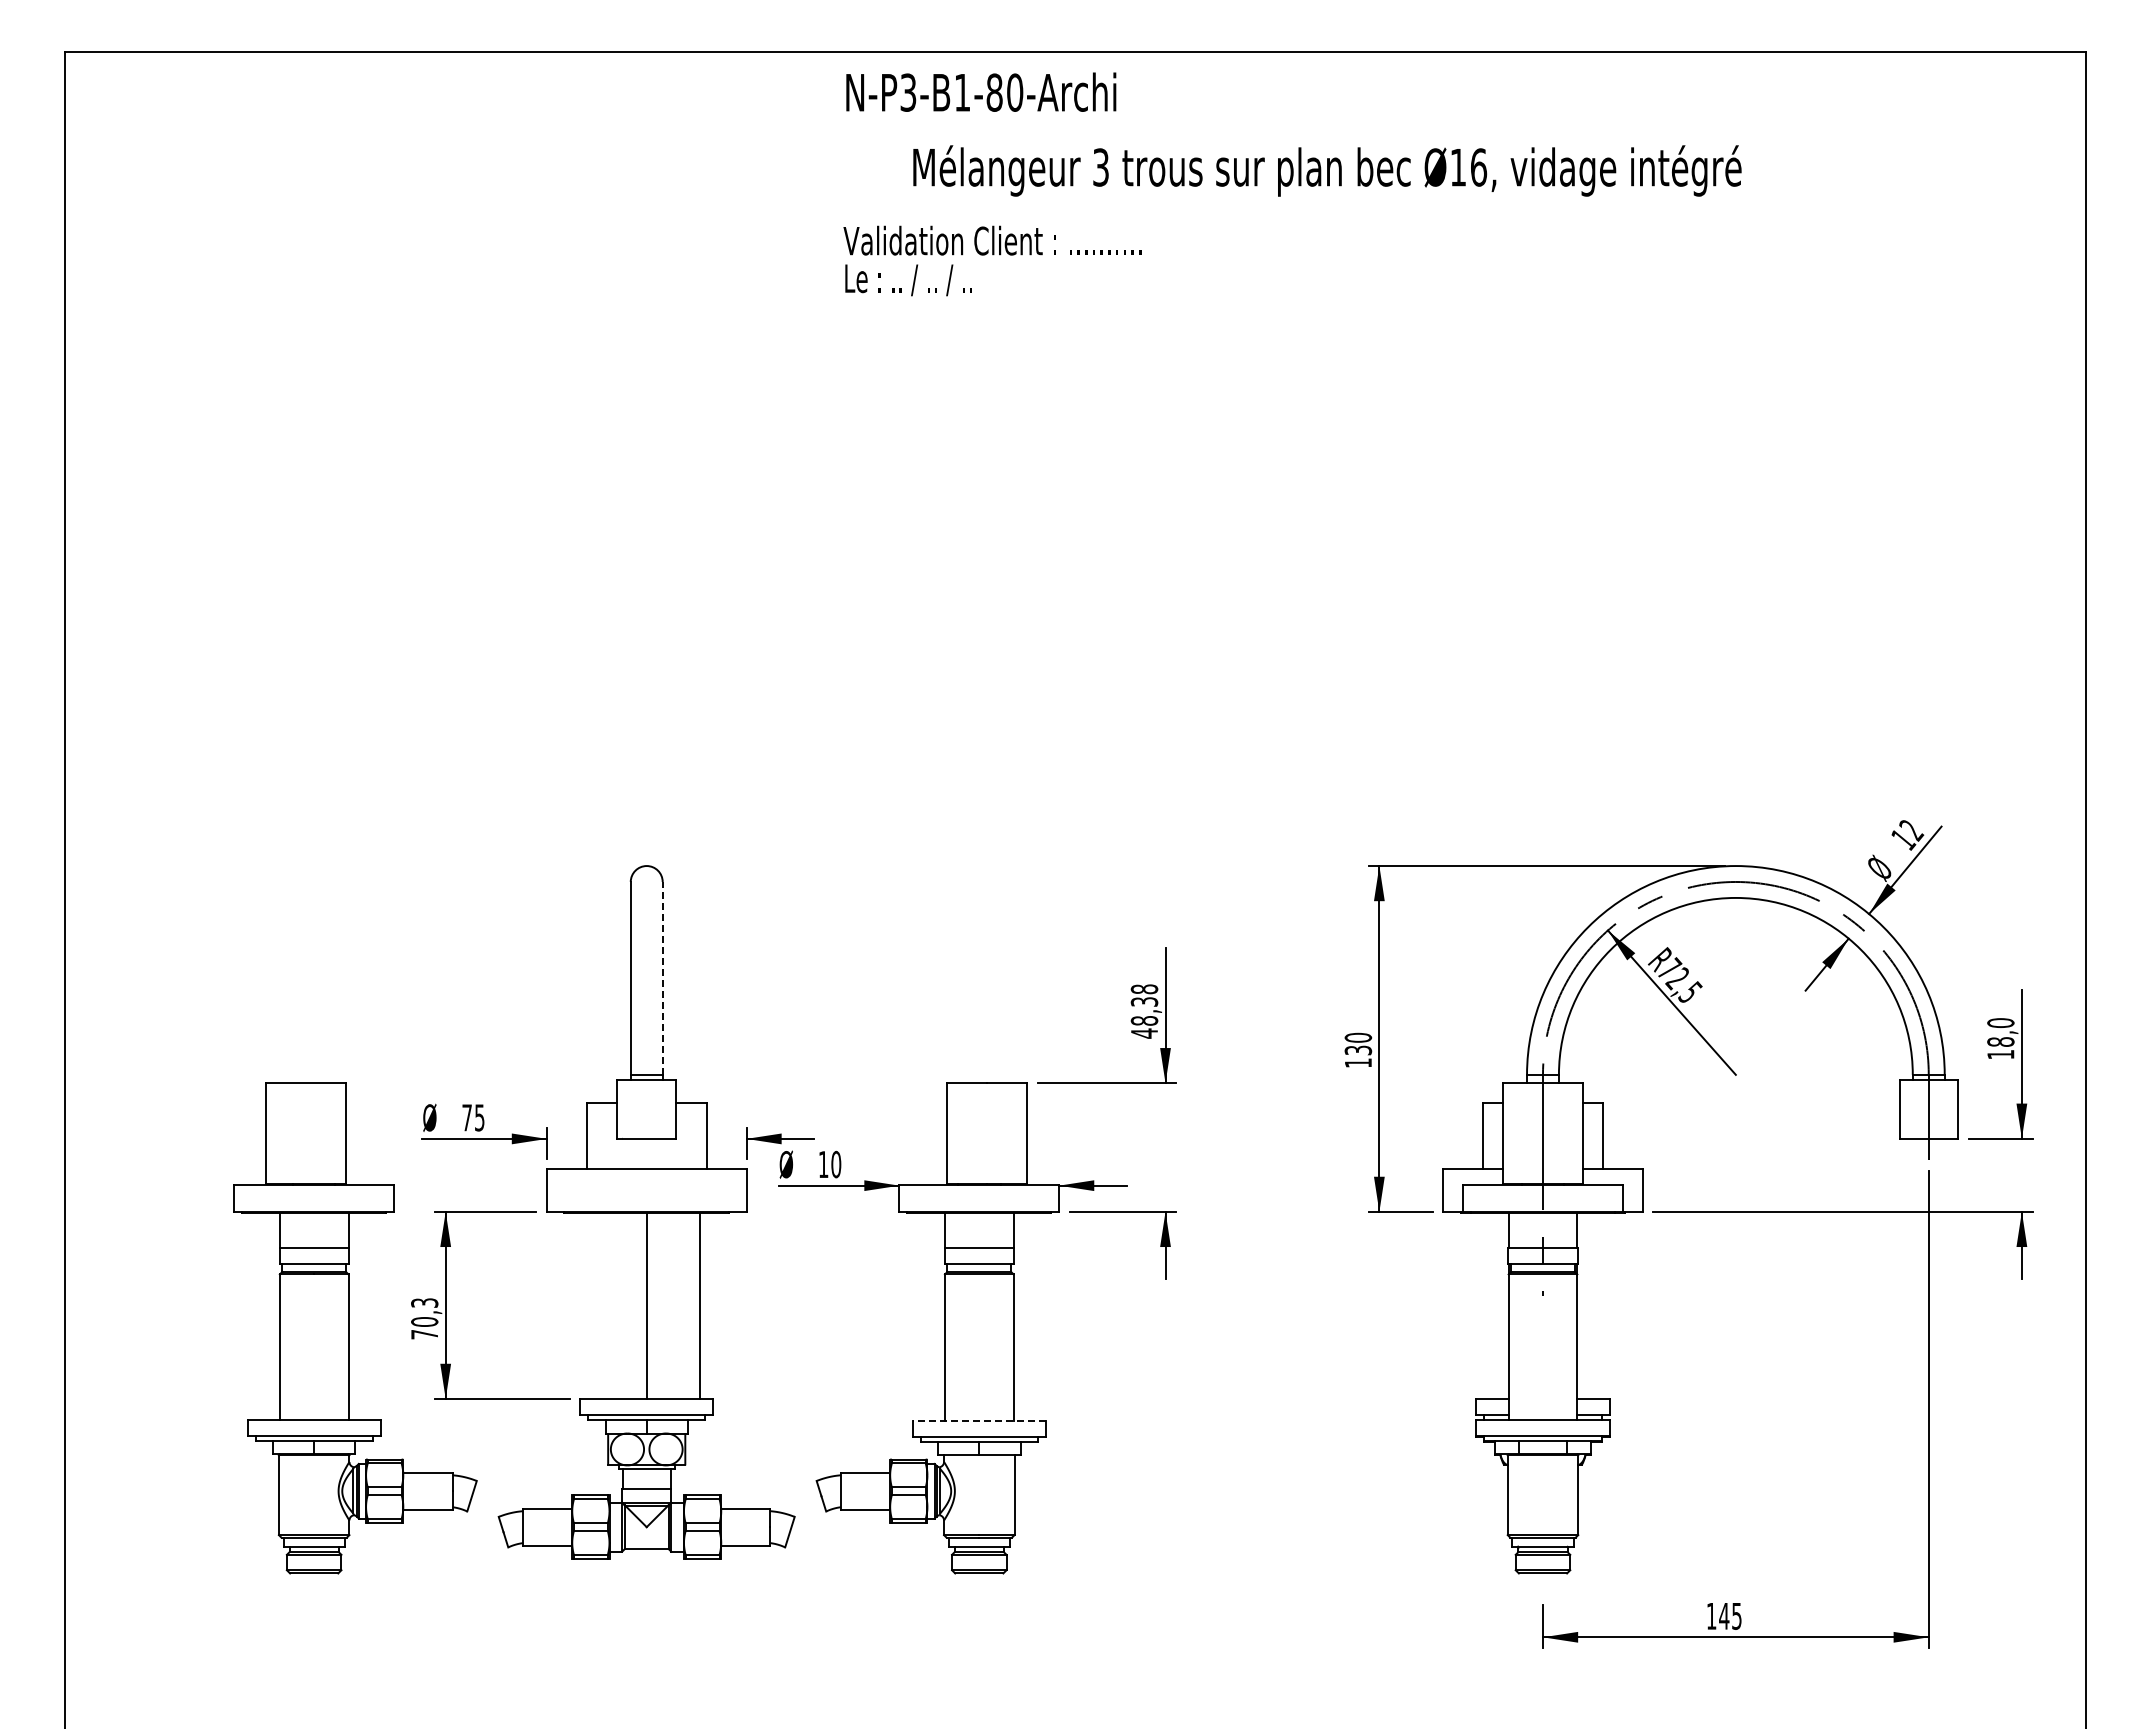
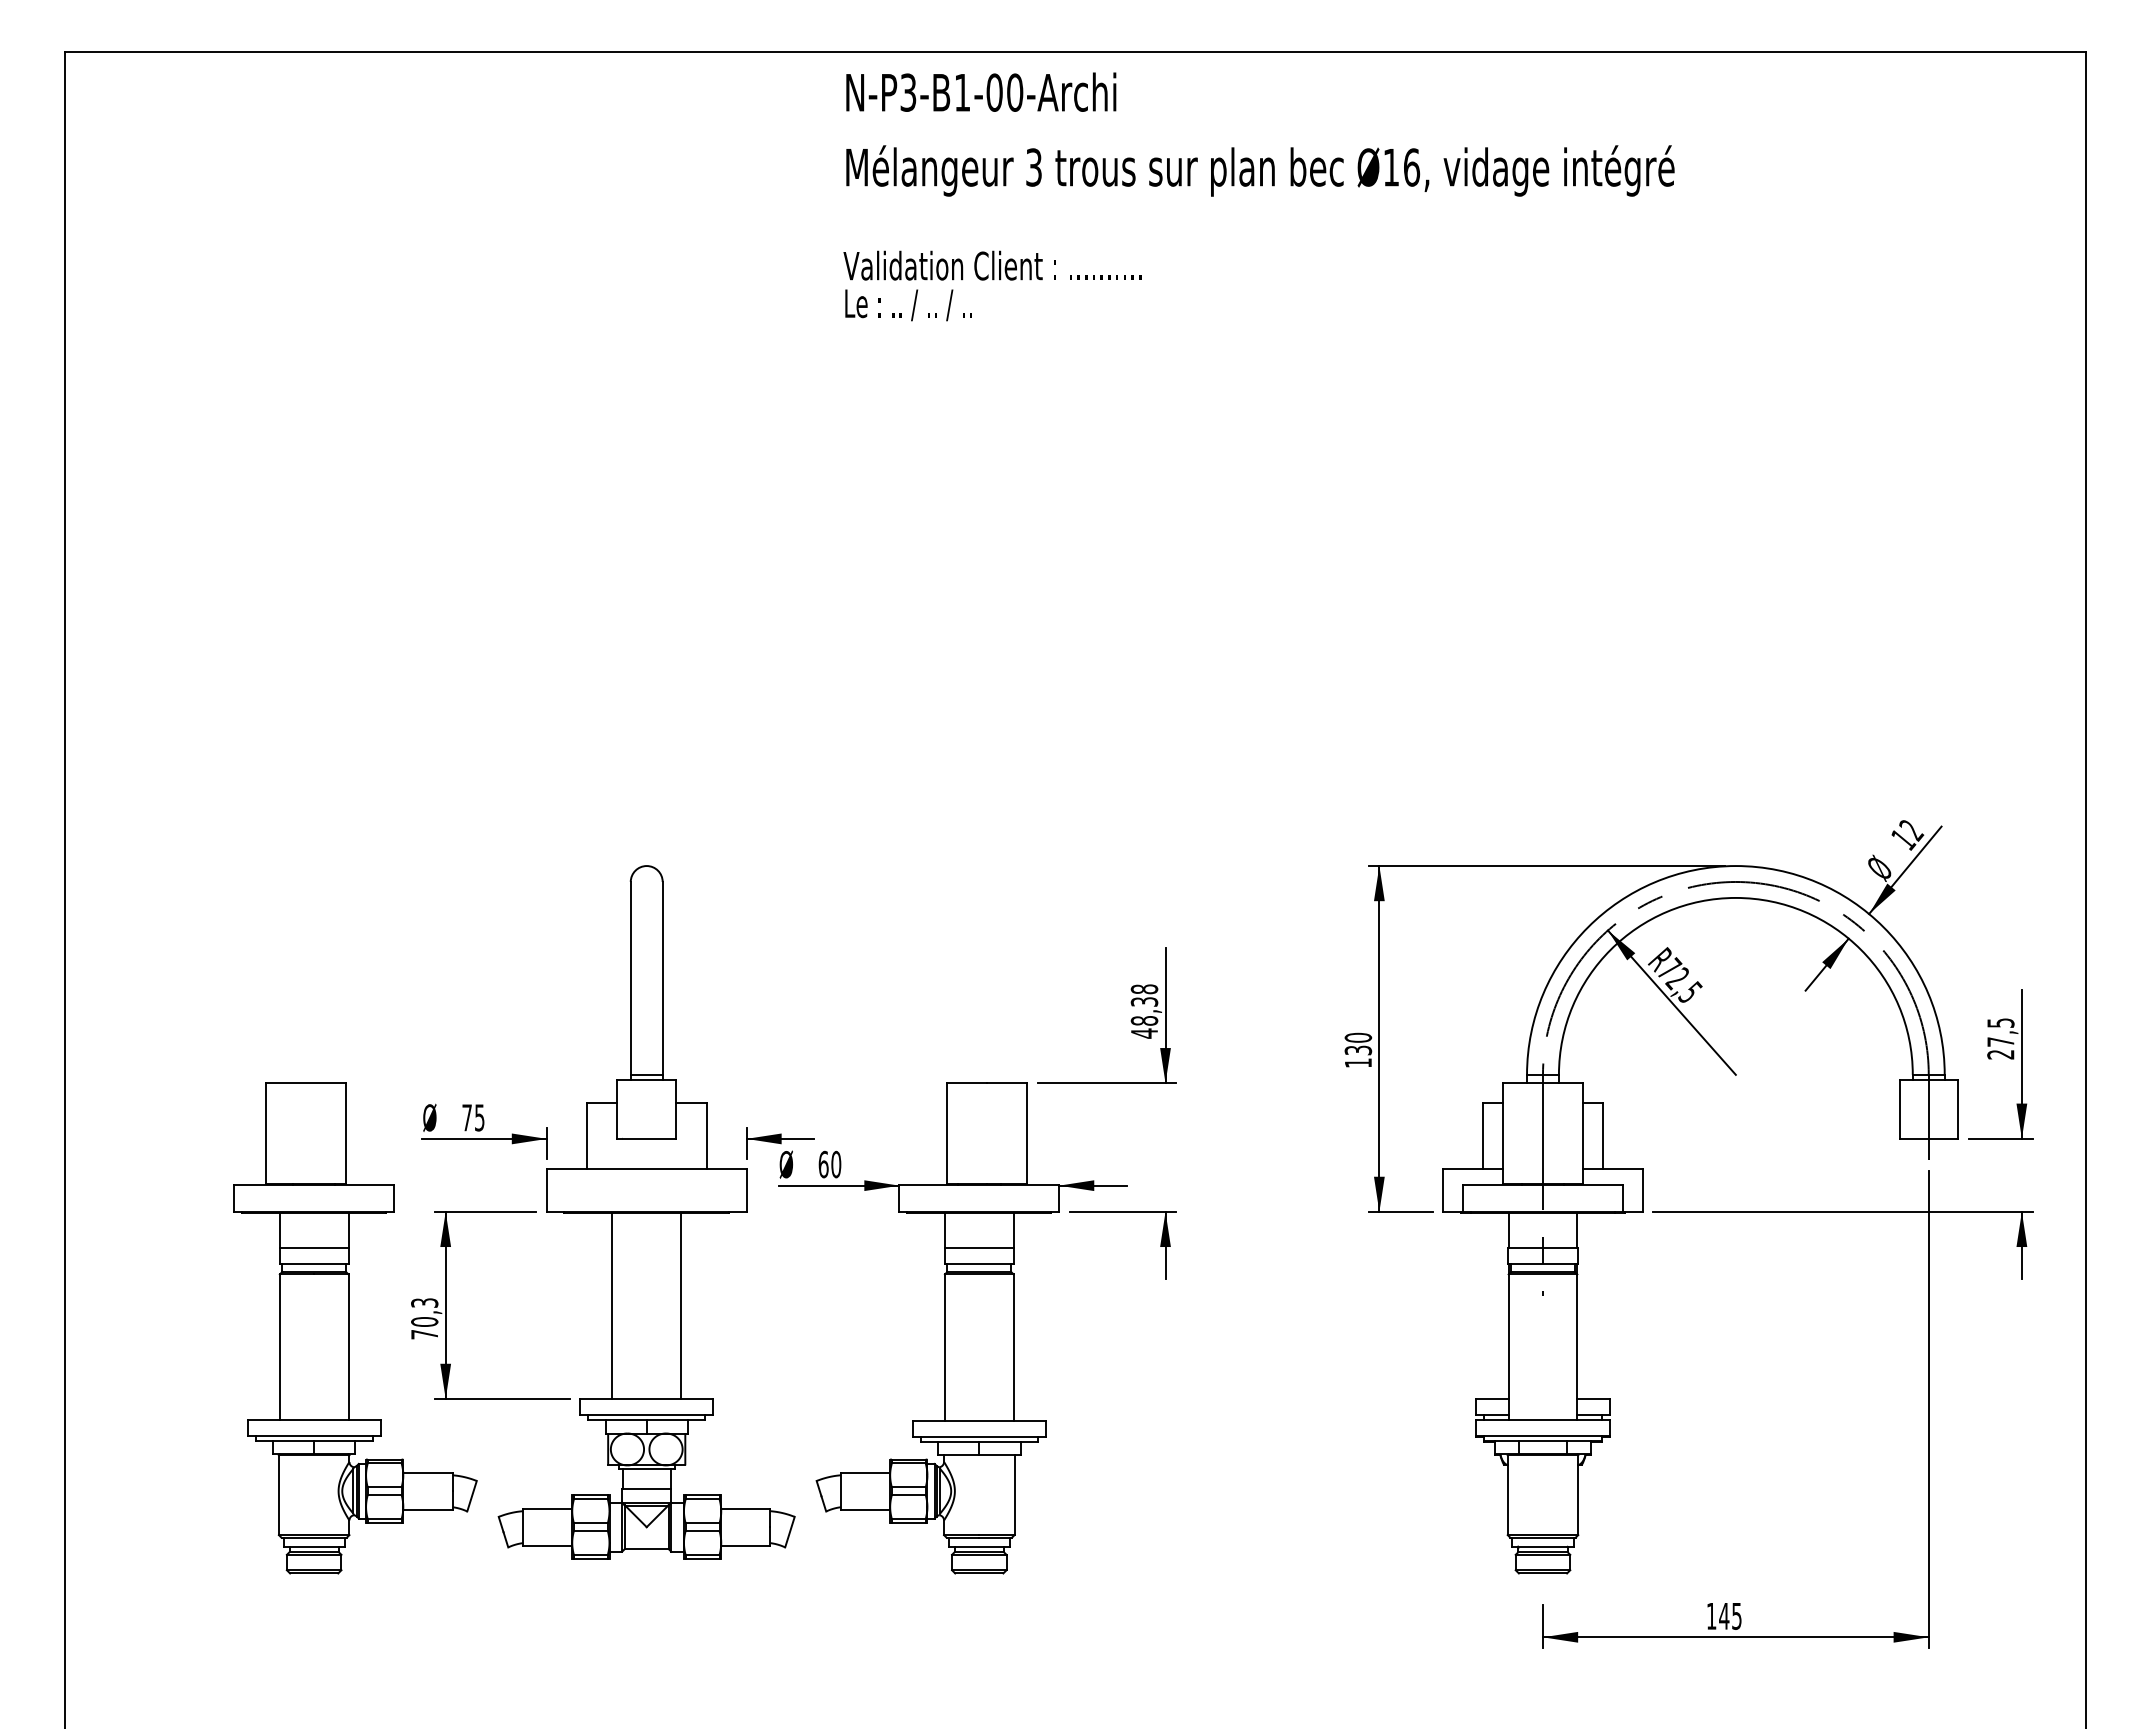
text at (994, 92): N-P3-B1-80-Archi -> N-P3-B1-00-Archi
text at (1327, 170) position: (1327, 170) -> (1260, 170)
text at (992, 260) position: (992, 260) -> (992, 285)
line at (662, 977): dashed -> solid
text at (2000, 1038): 18,0 -> 27,5
text at (823, 1164): 10 -> 60
line at (647, 1305) position: (647, 1305) -> (612, 1305)
line at (700, 1305) position: (700, 1305) -> (681, 1305)
line at (979, 1420): dashed -> solid
